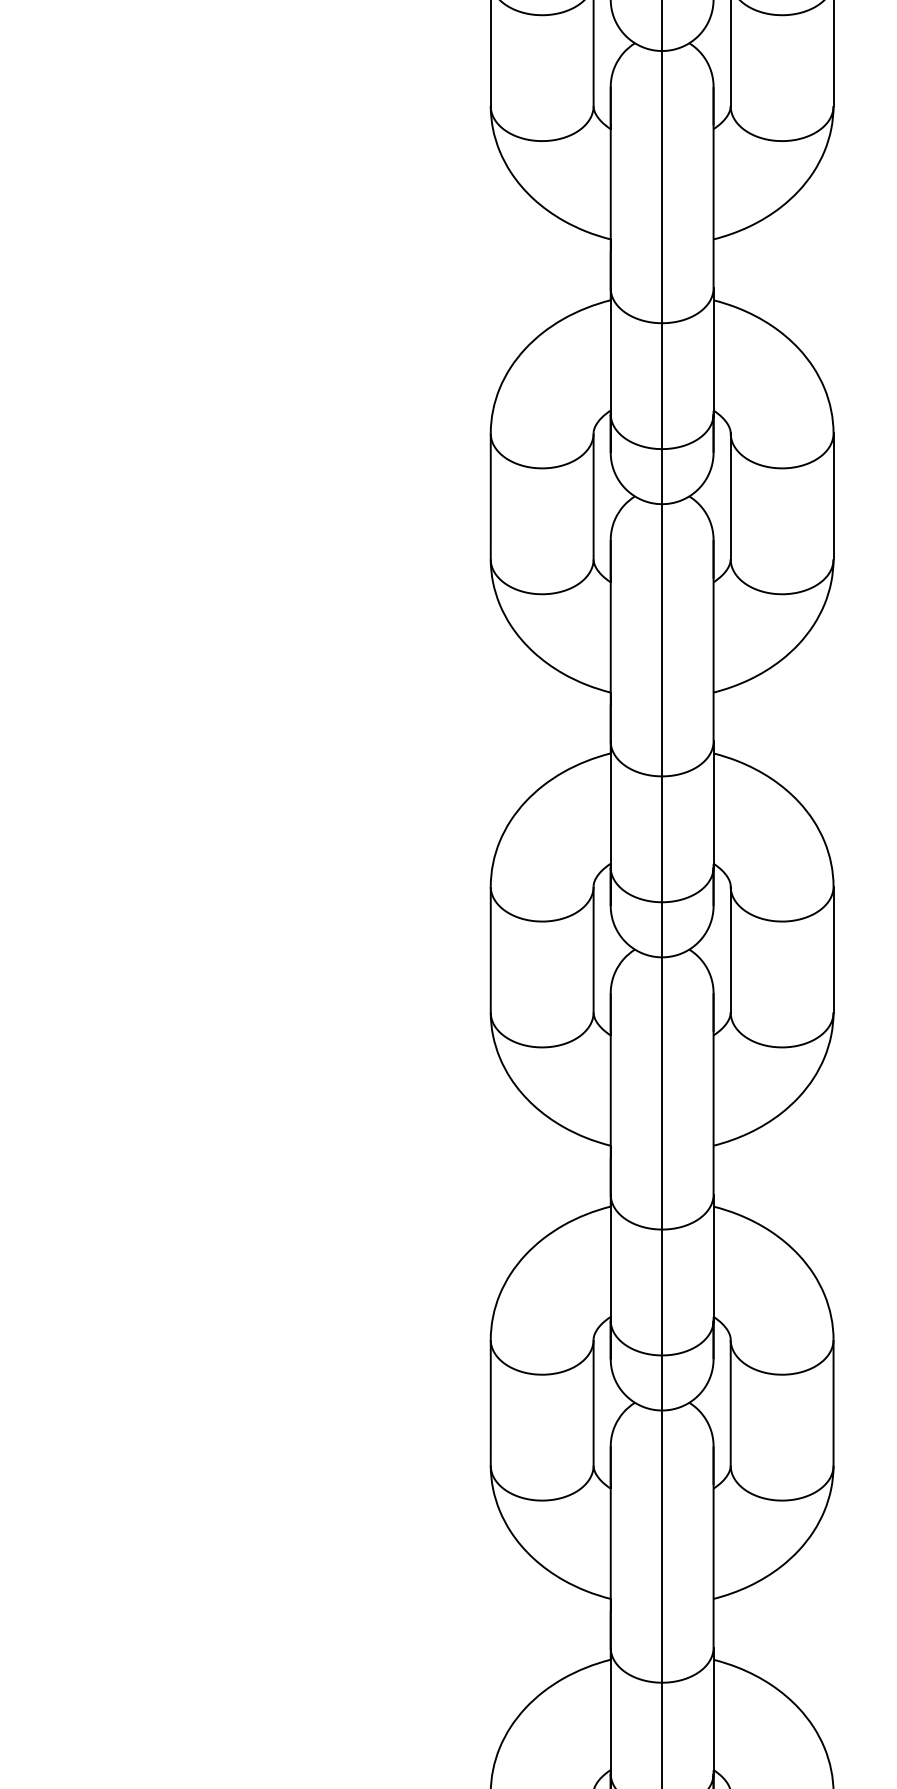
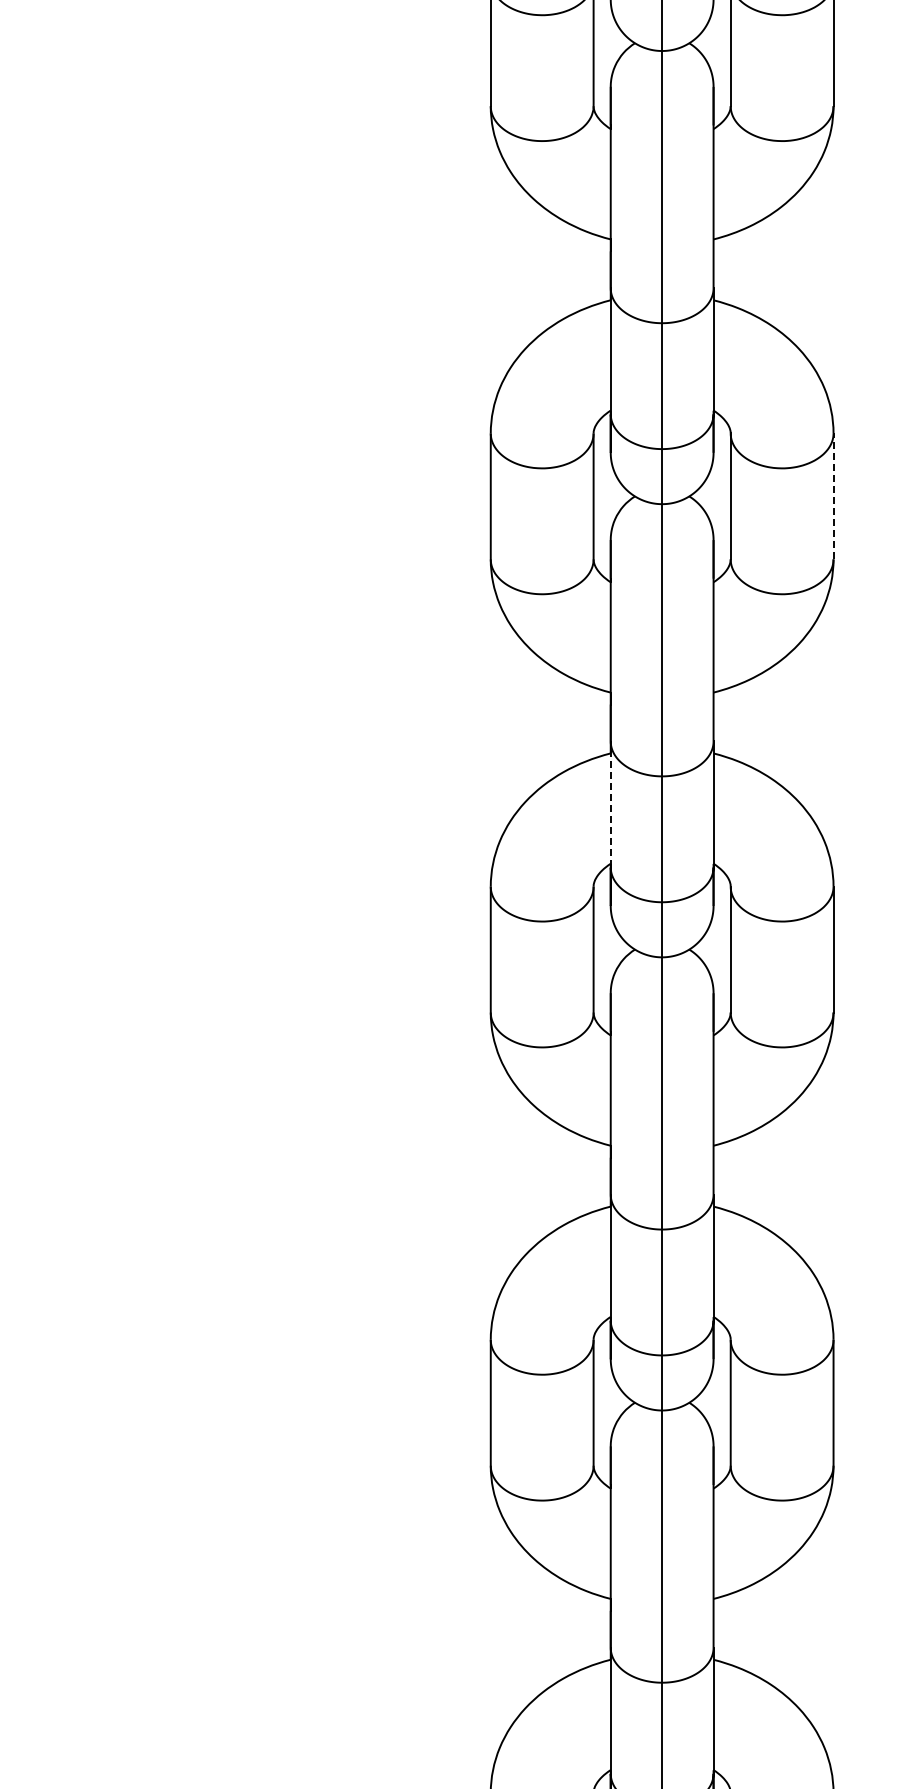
line at (833, 496): solid -> dashed
line at (610, 804): solid -> dashed
